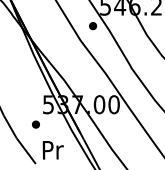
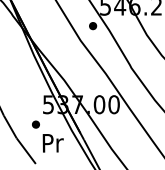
text at (52, 150) position: (52, 150) -> (52, 143)
